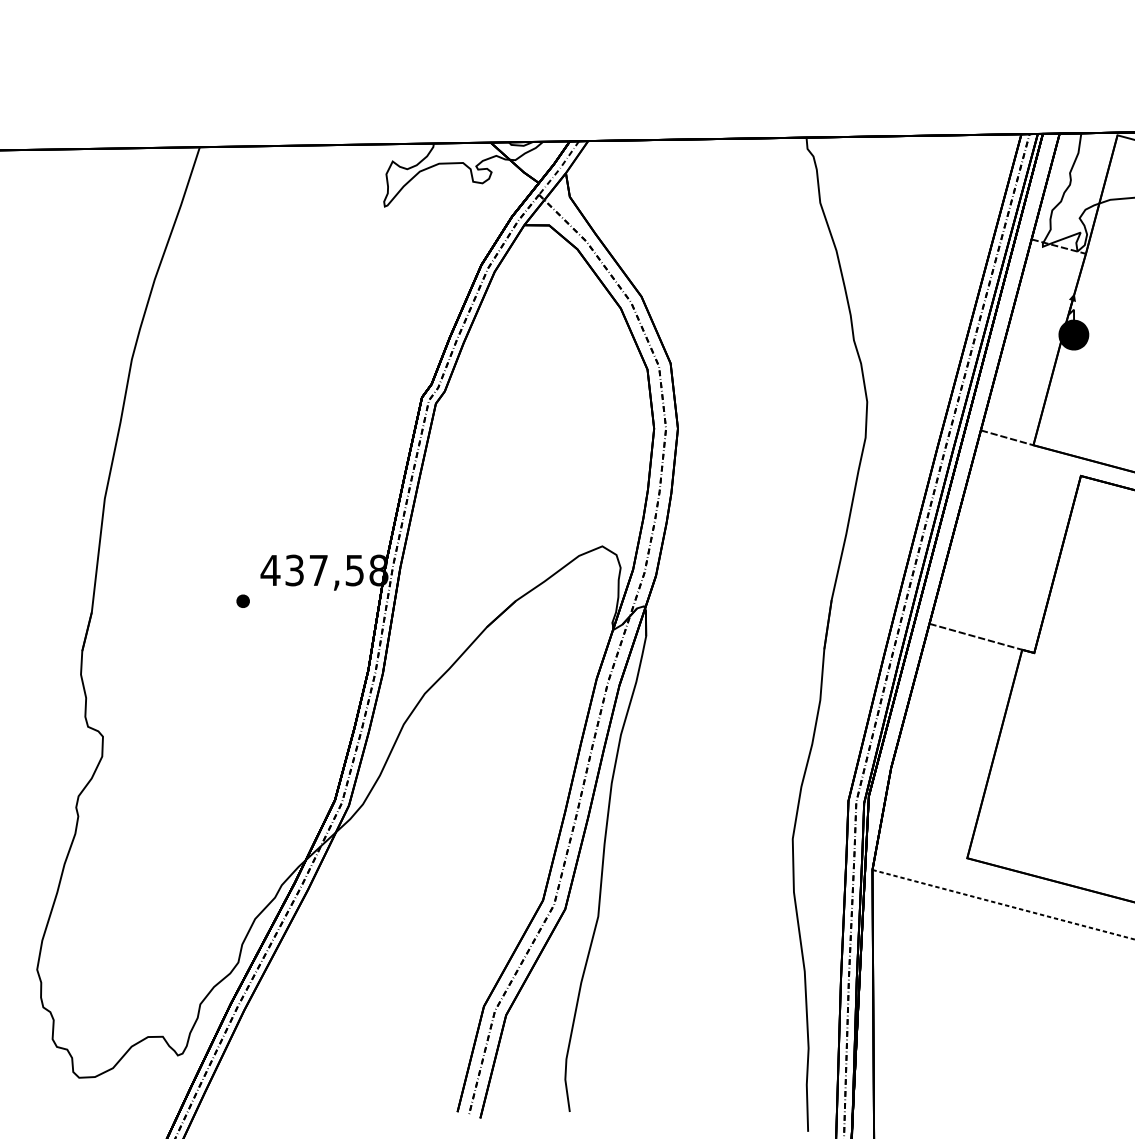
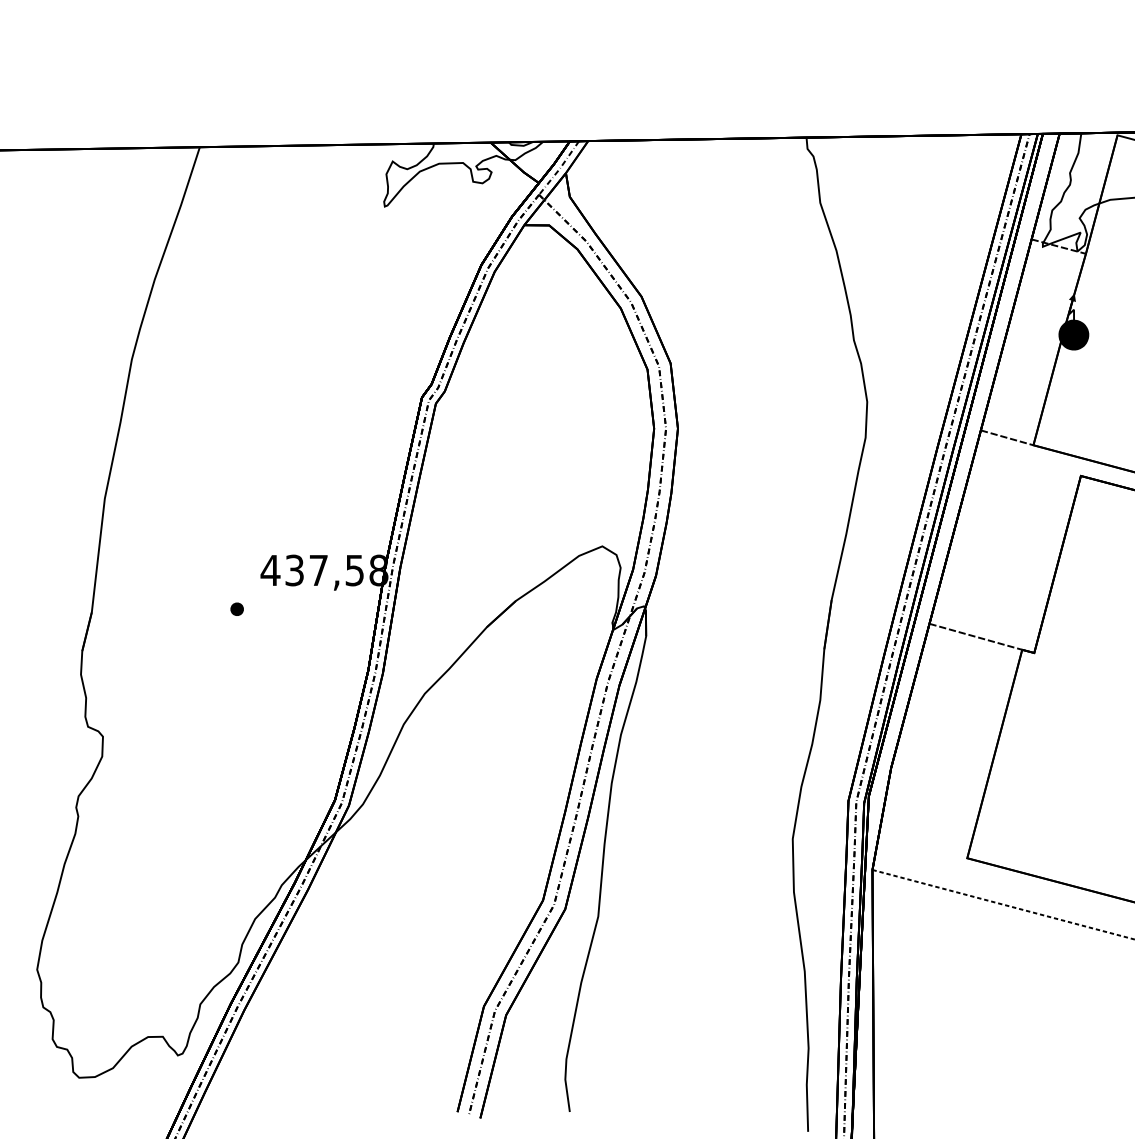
part at (242, 600) position: (242, 600) -> (236, 608)
